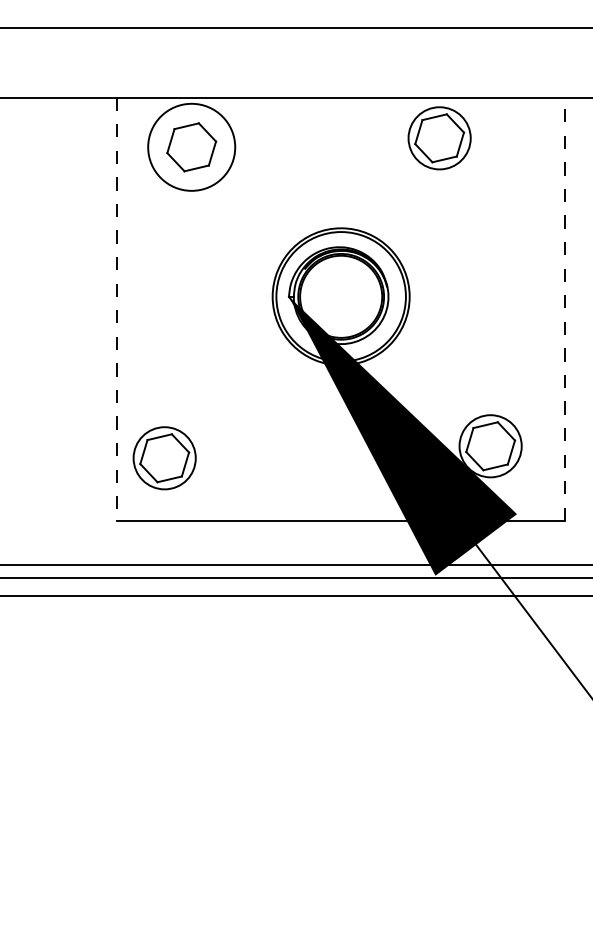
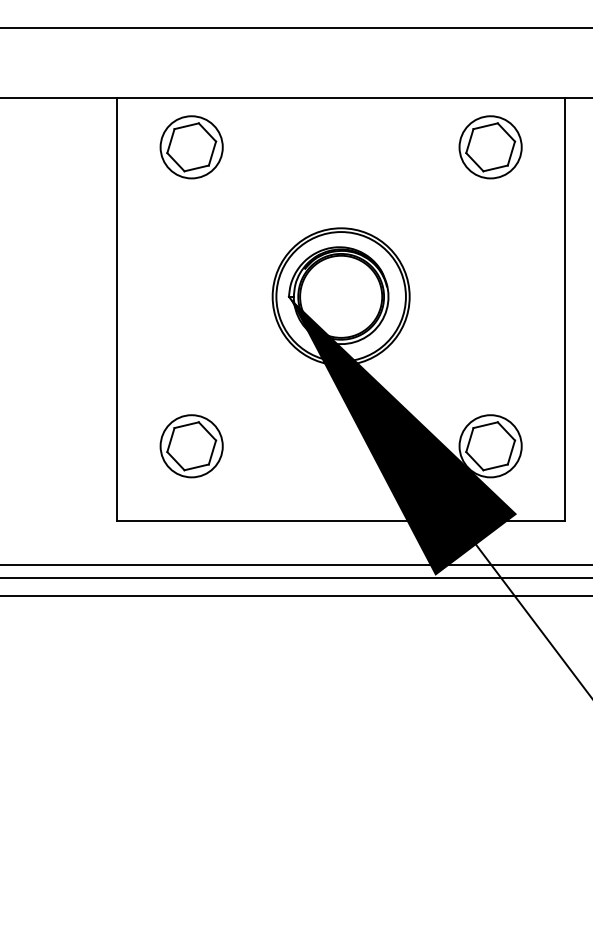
part at (439, 138) position: (439, 138) -> (490, 147)
circle at (191, 146) diameter: 87 px -> 62 px
line at (116, 309): dashed -> solid
line at (565, 309): dashed -> solid
part at (164, 458) position: (164, 458) -> (191, 446)
